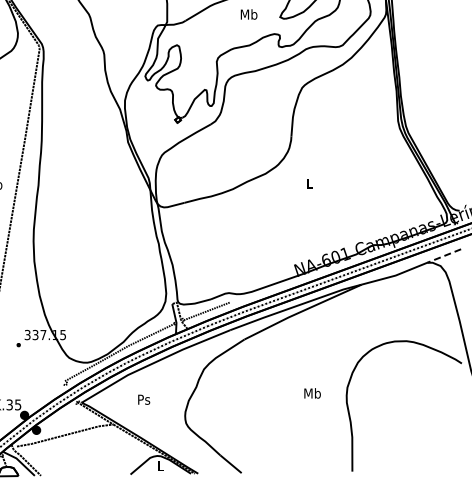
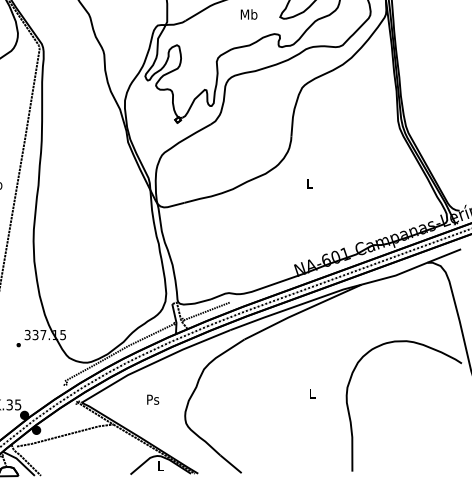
line at (443, 256): dashed -> solid
text at (312, 393): Mb -> L
text at (144, 399) position: (144, 399) -> (153, 399)
